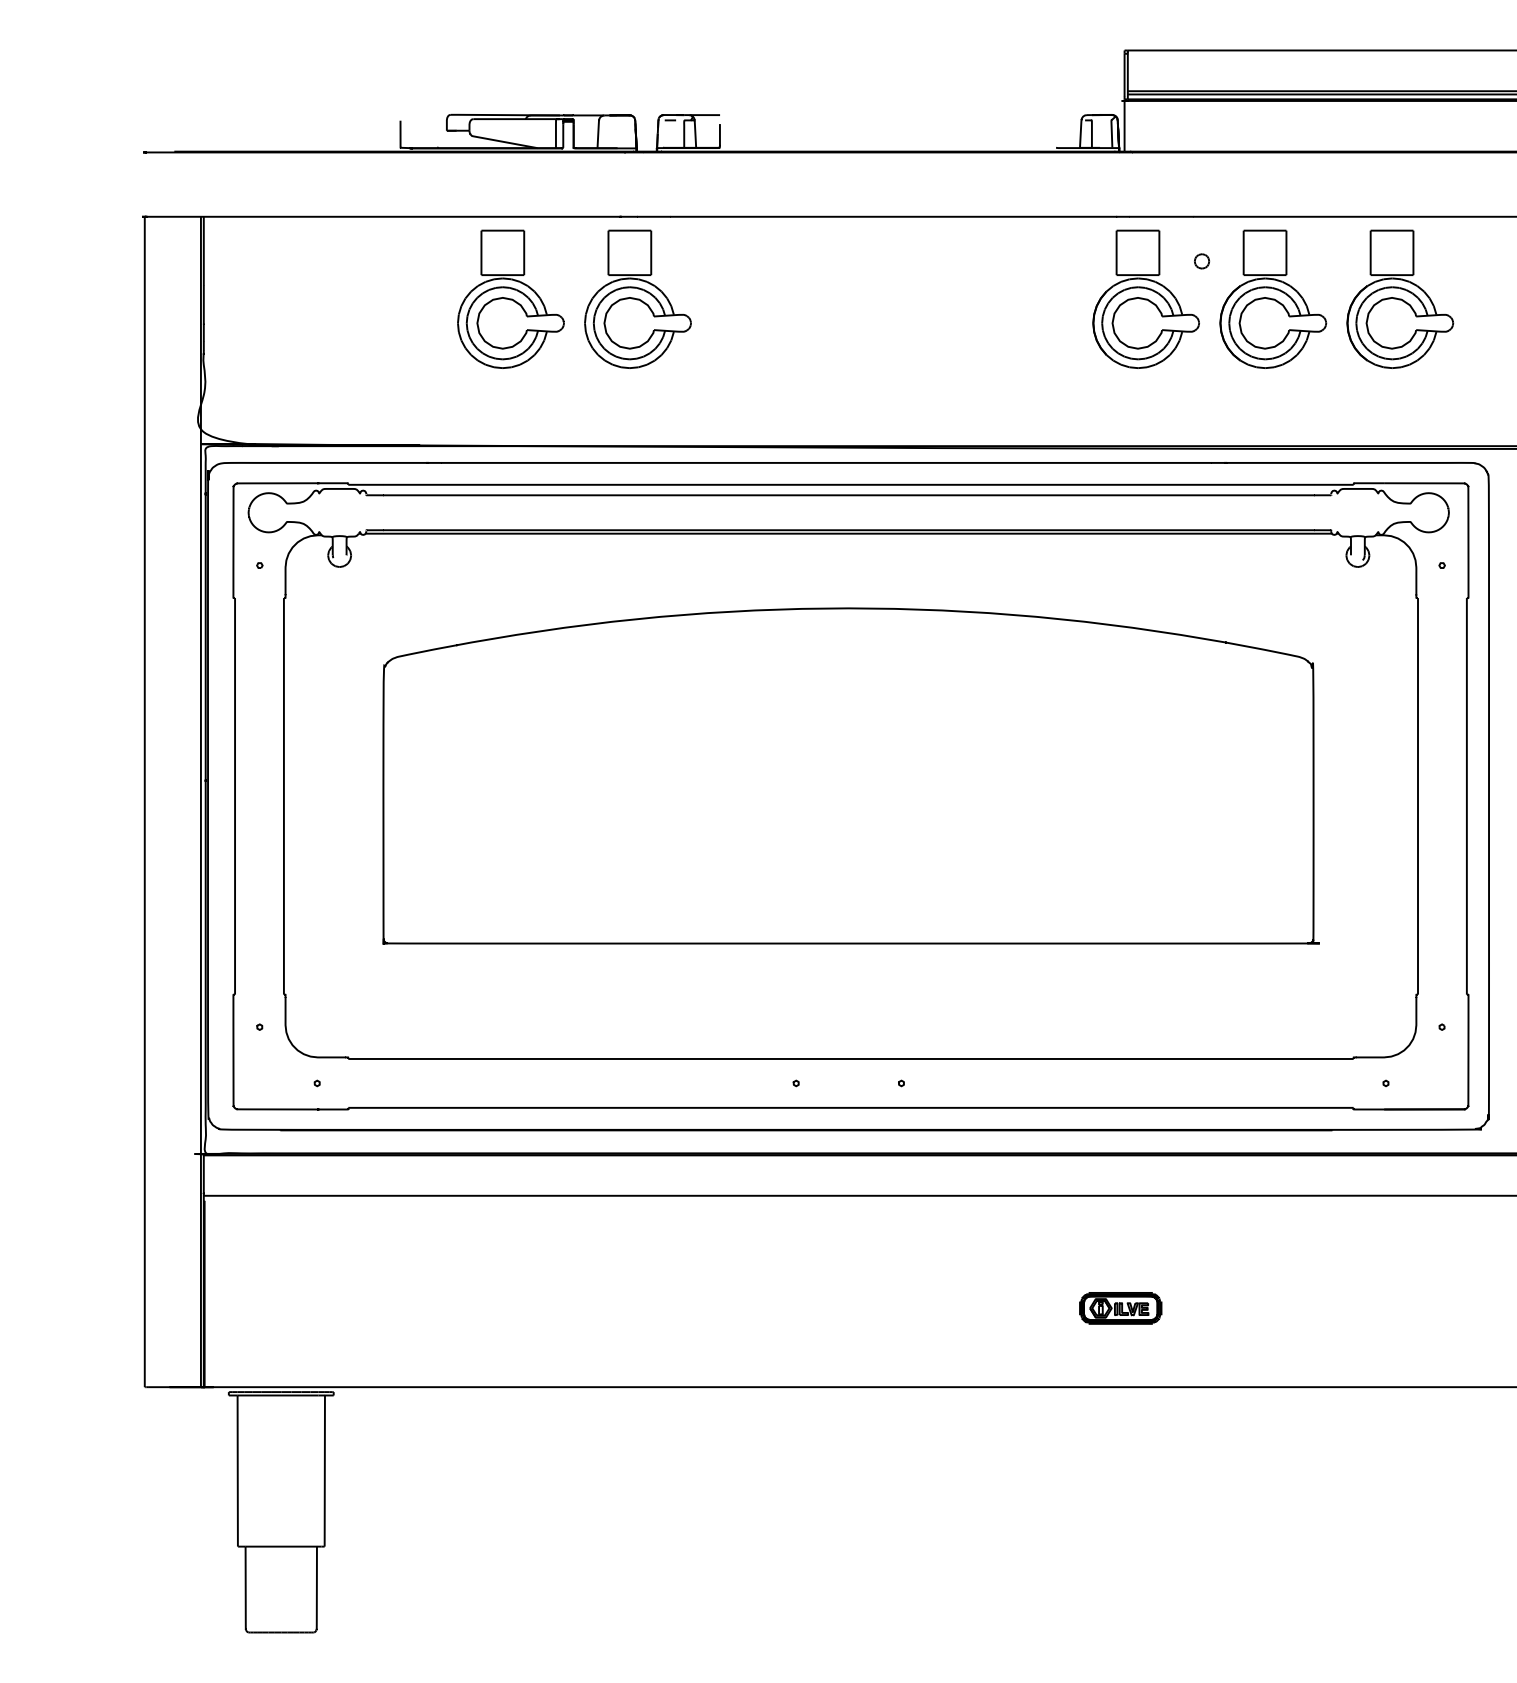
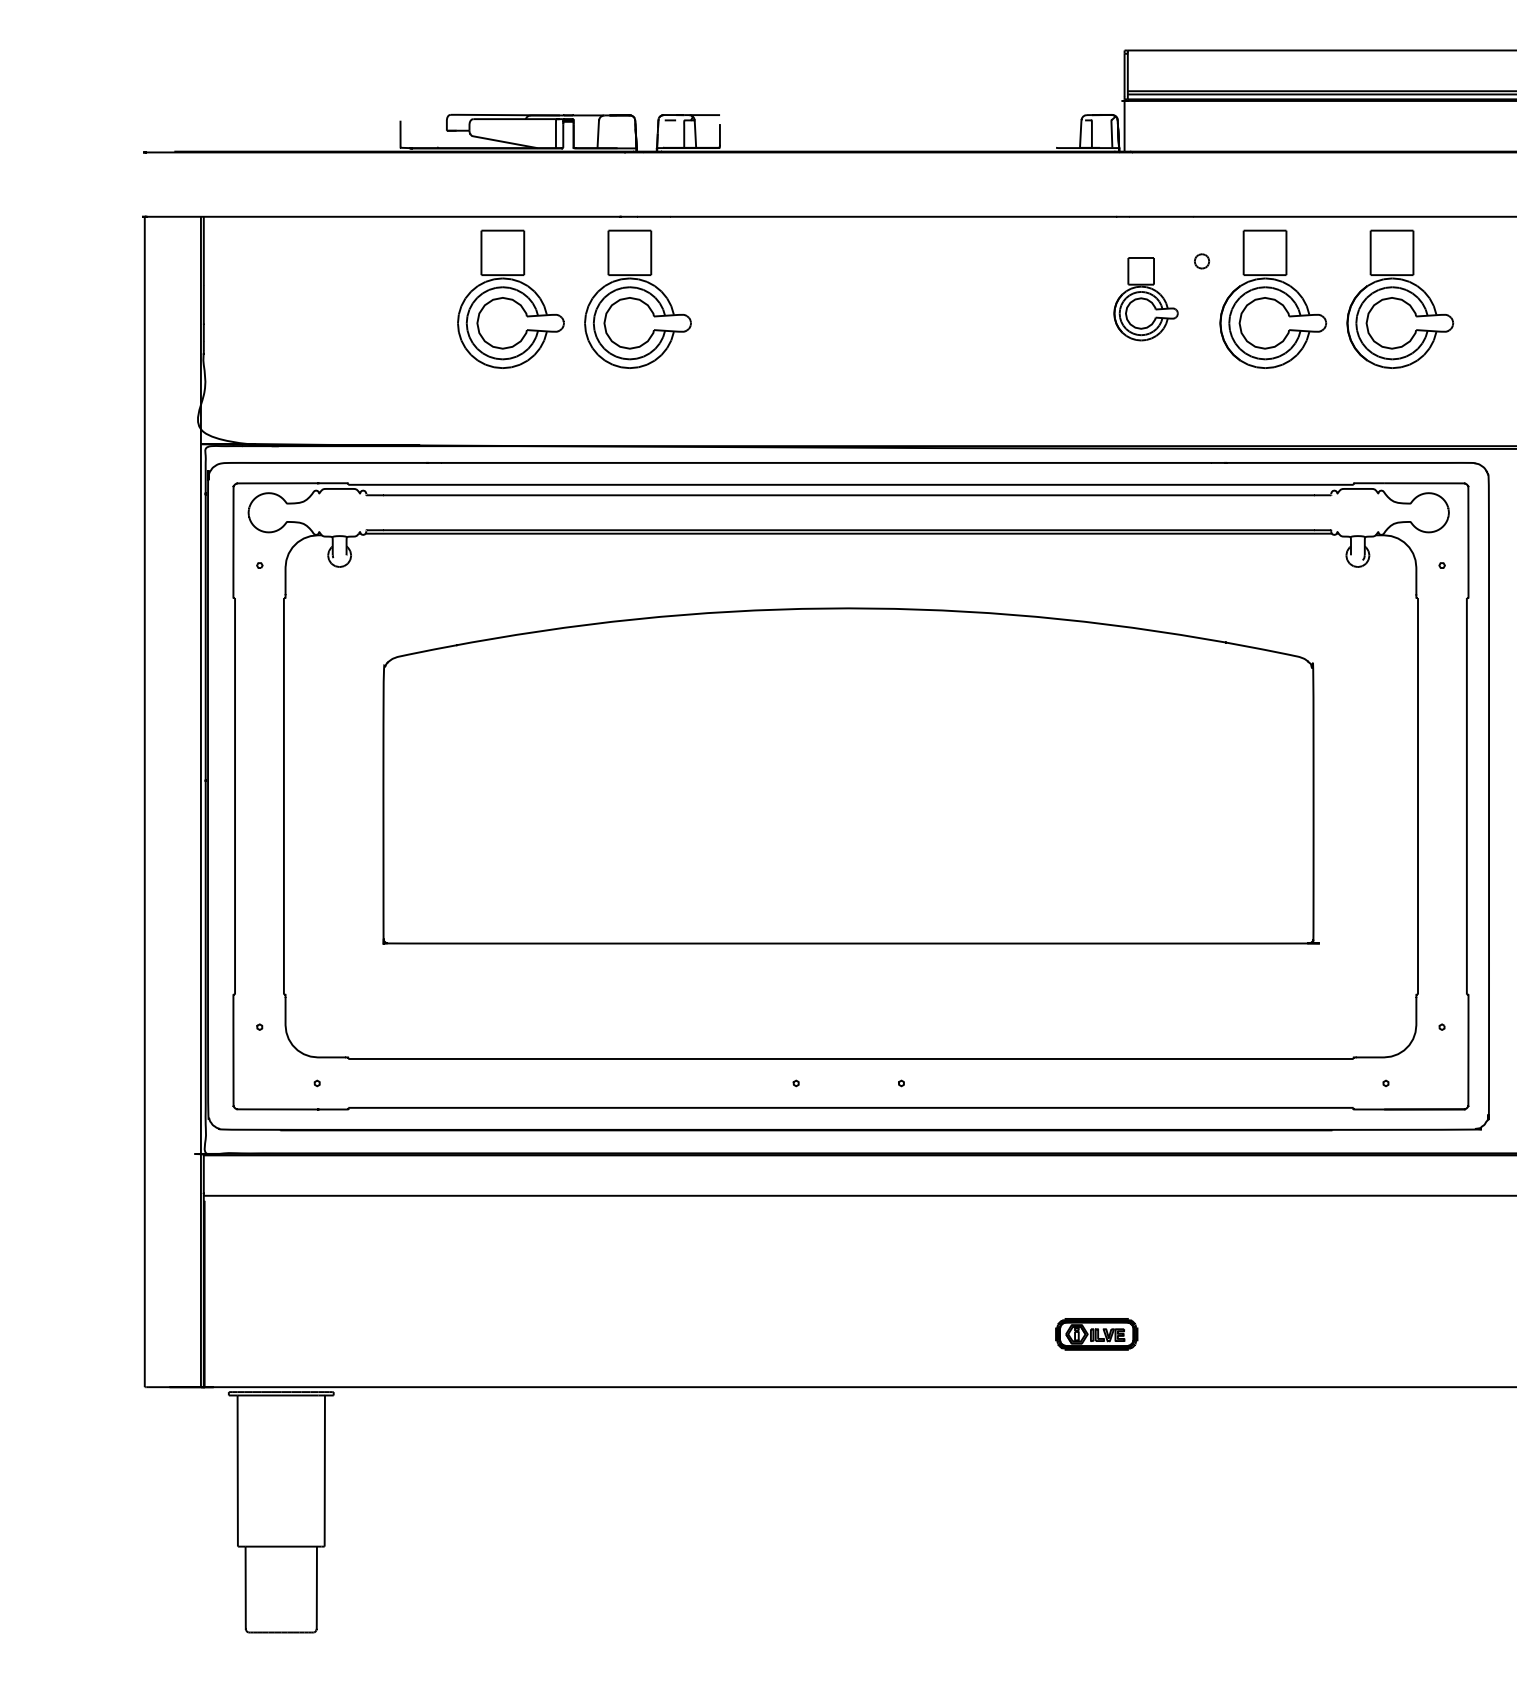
part at (1145, 298) size: 108x140 px -> 66x85 px
part at (1120, 1308) position: (1120, 1308) -> (1096, 1334)
